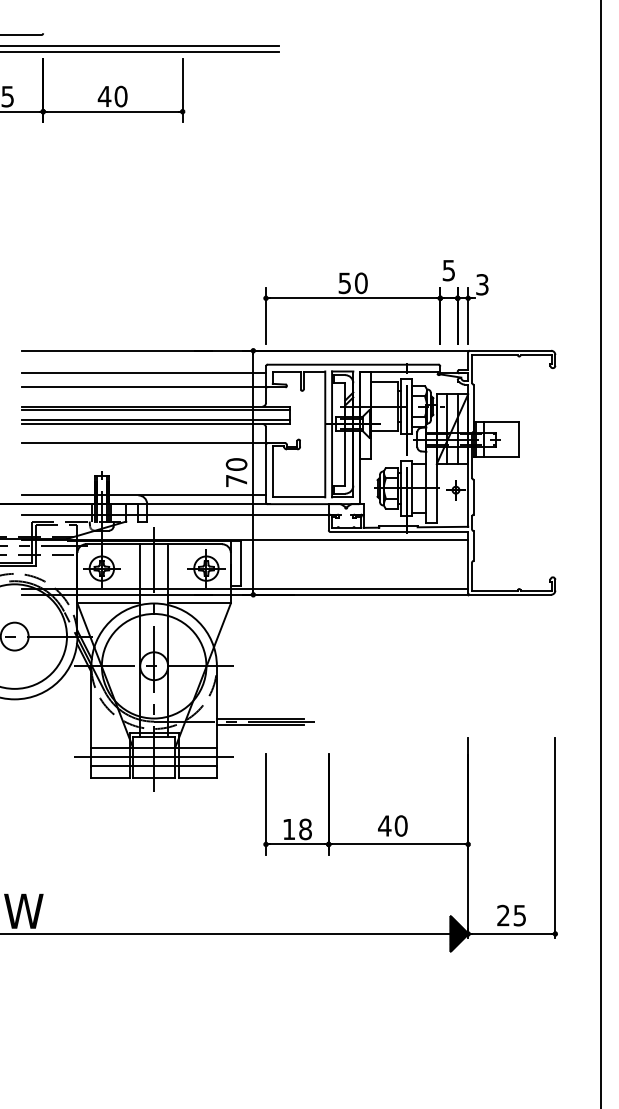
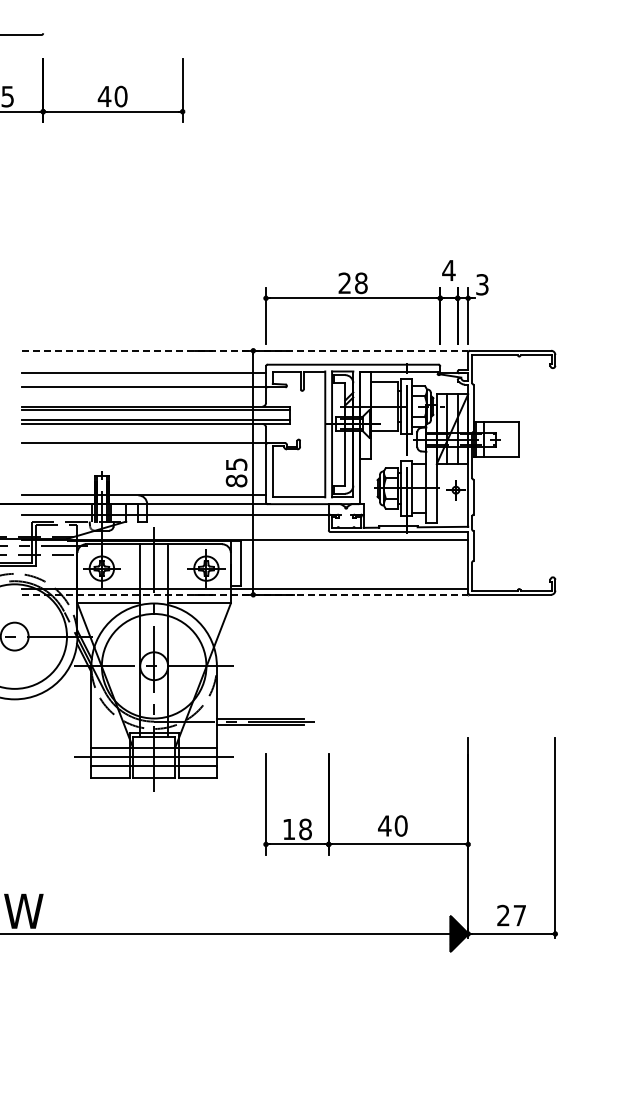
line at (140, 46): present -> none
line at (140, 52): present -> none
text at (448, 270): 5 -> 4
text at (352, 283): 50 -> 28
line at (245, 350): solid -> dashed
text at (236, 472): 70 -> 85
line at (600, 553): present -> none
line at (245, 594): solid -> dashed
text at (519, 915): 25 -> 27
